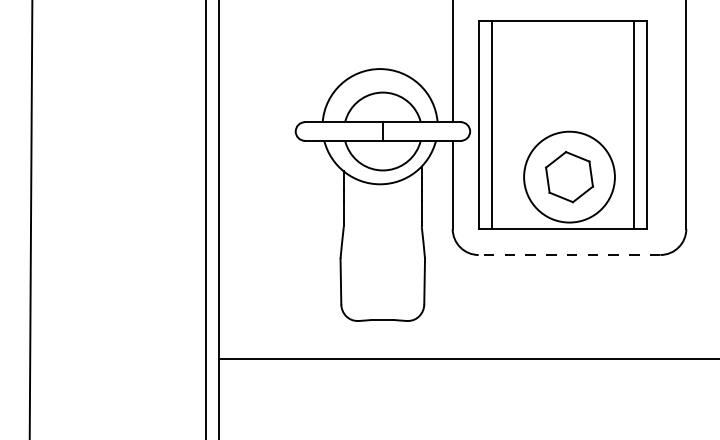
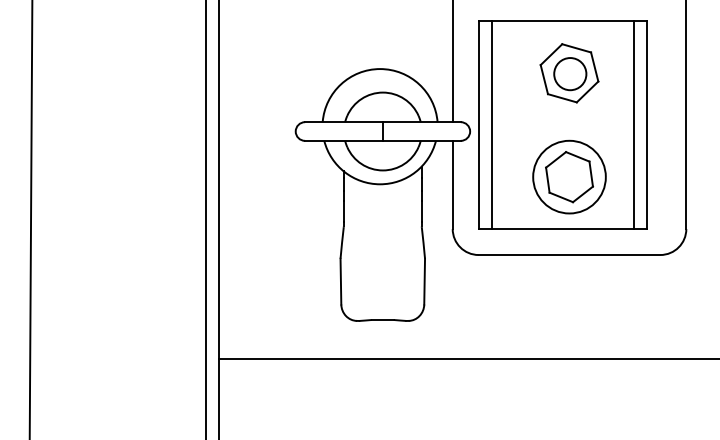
part at (569, 73): none -> present
circle at (569, 176) diameter: 91 px -> 73 px
line at (569, 255): dashed -> solid
